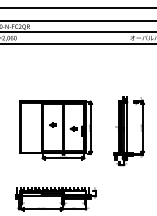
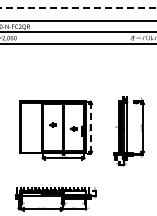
line at (78, 8): solid -> dashed
line at (90, 128): solid -> dashed
